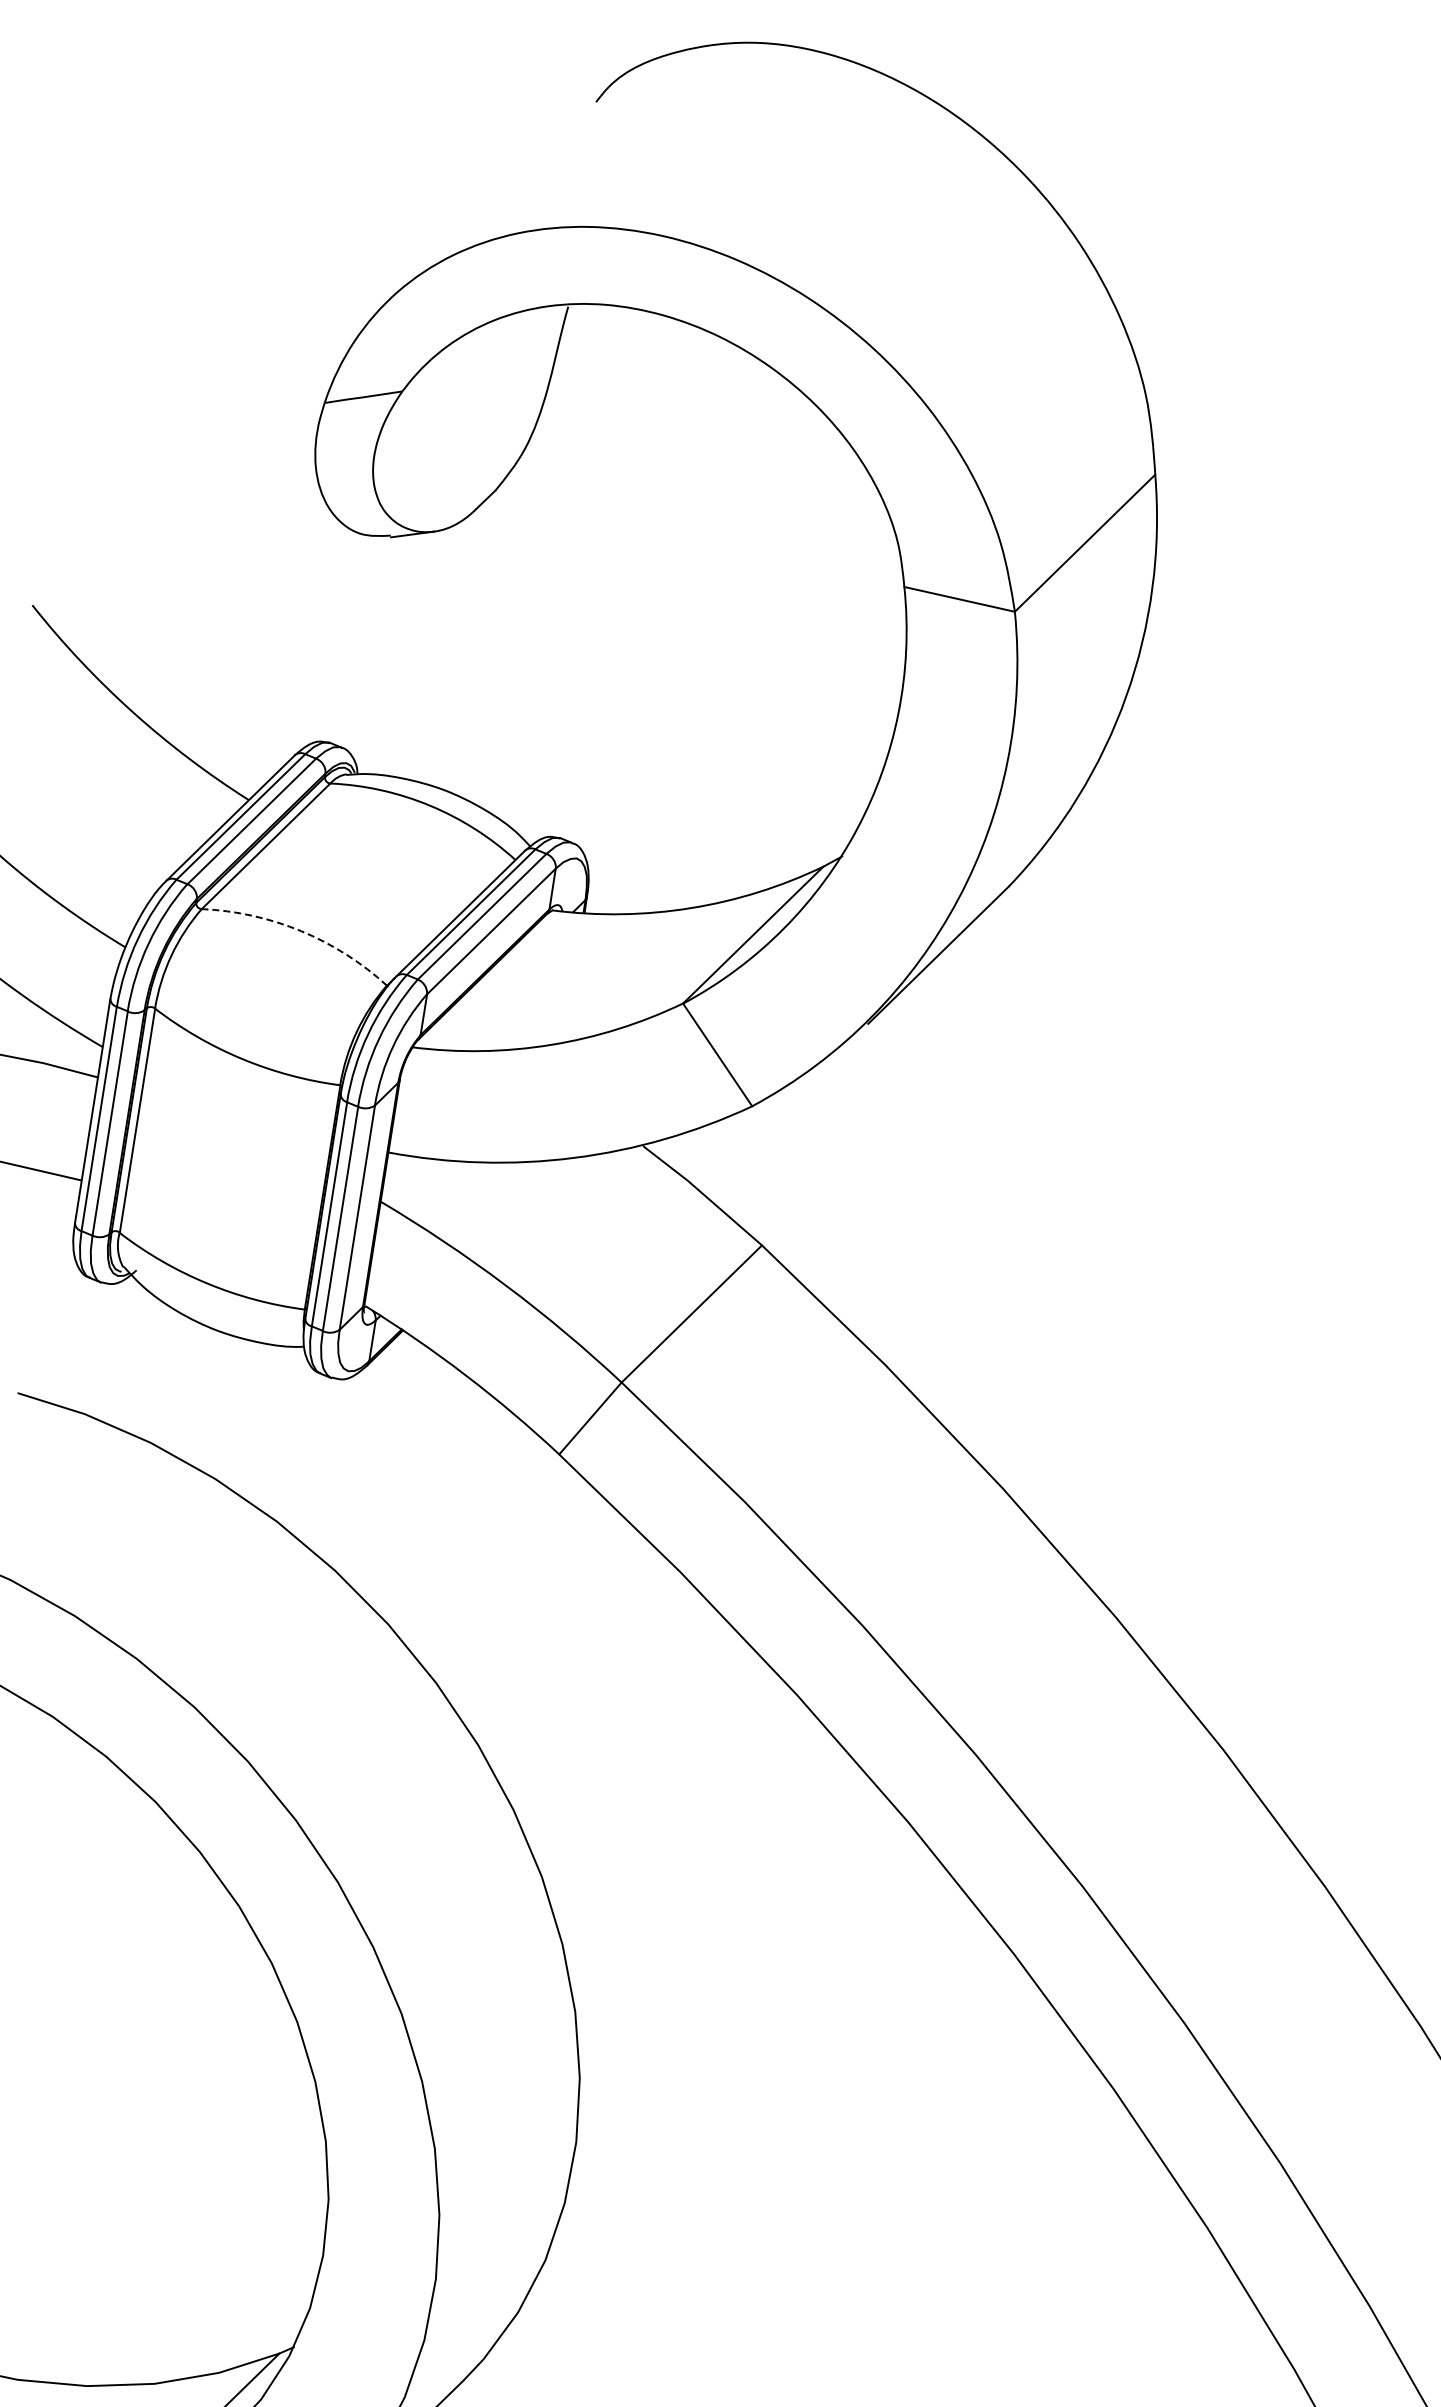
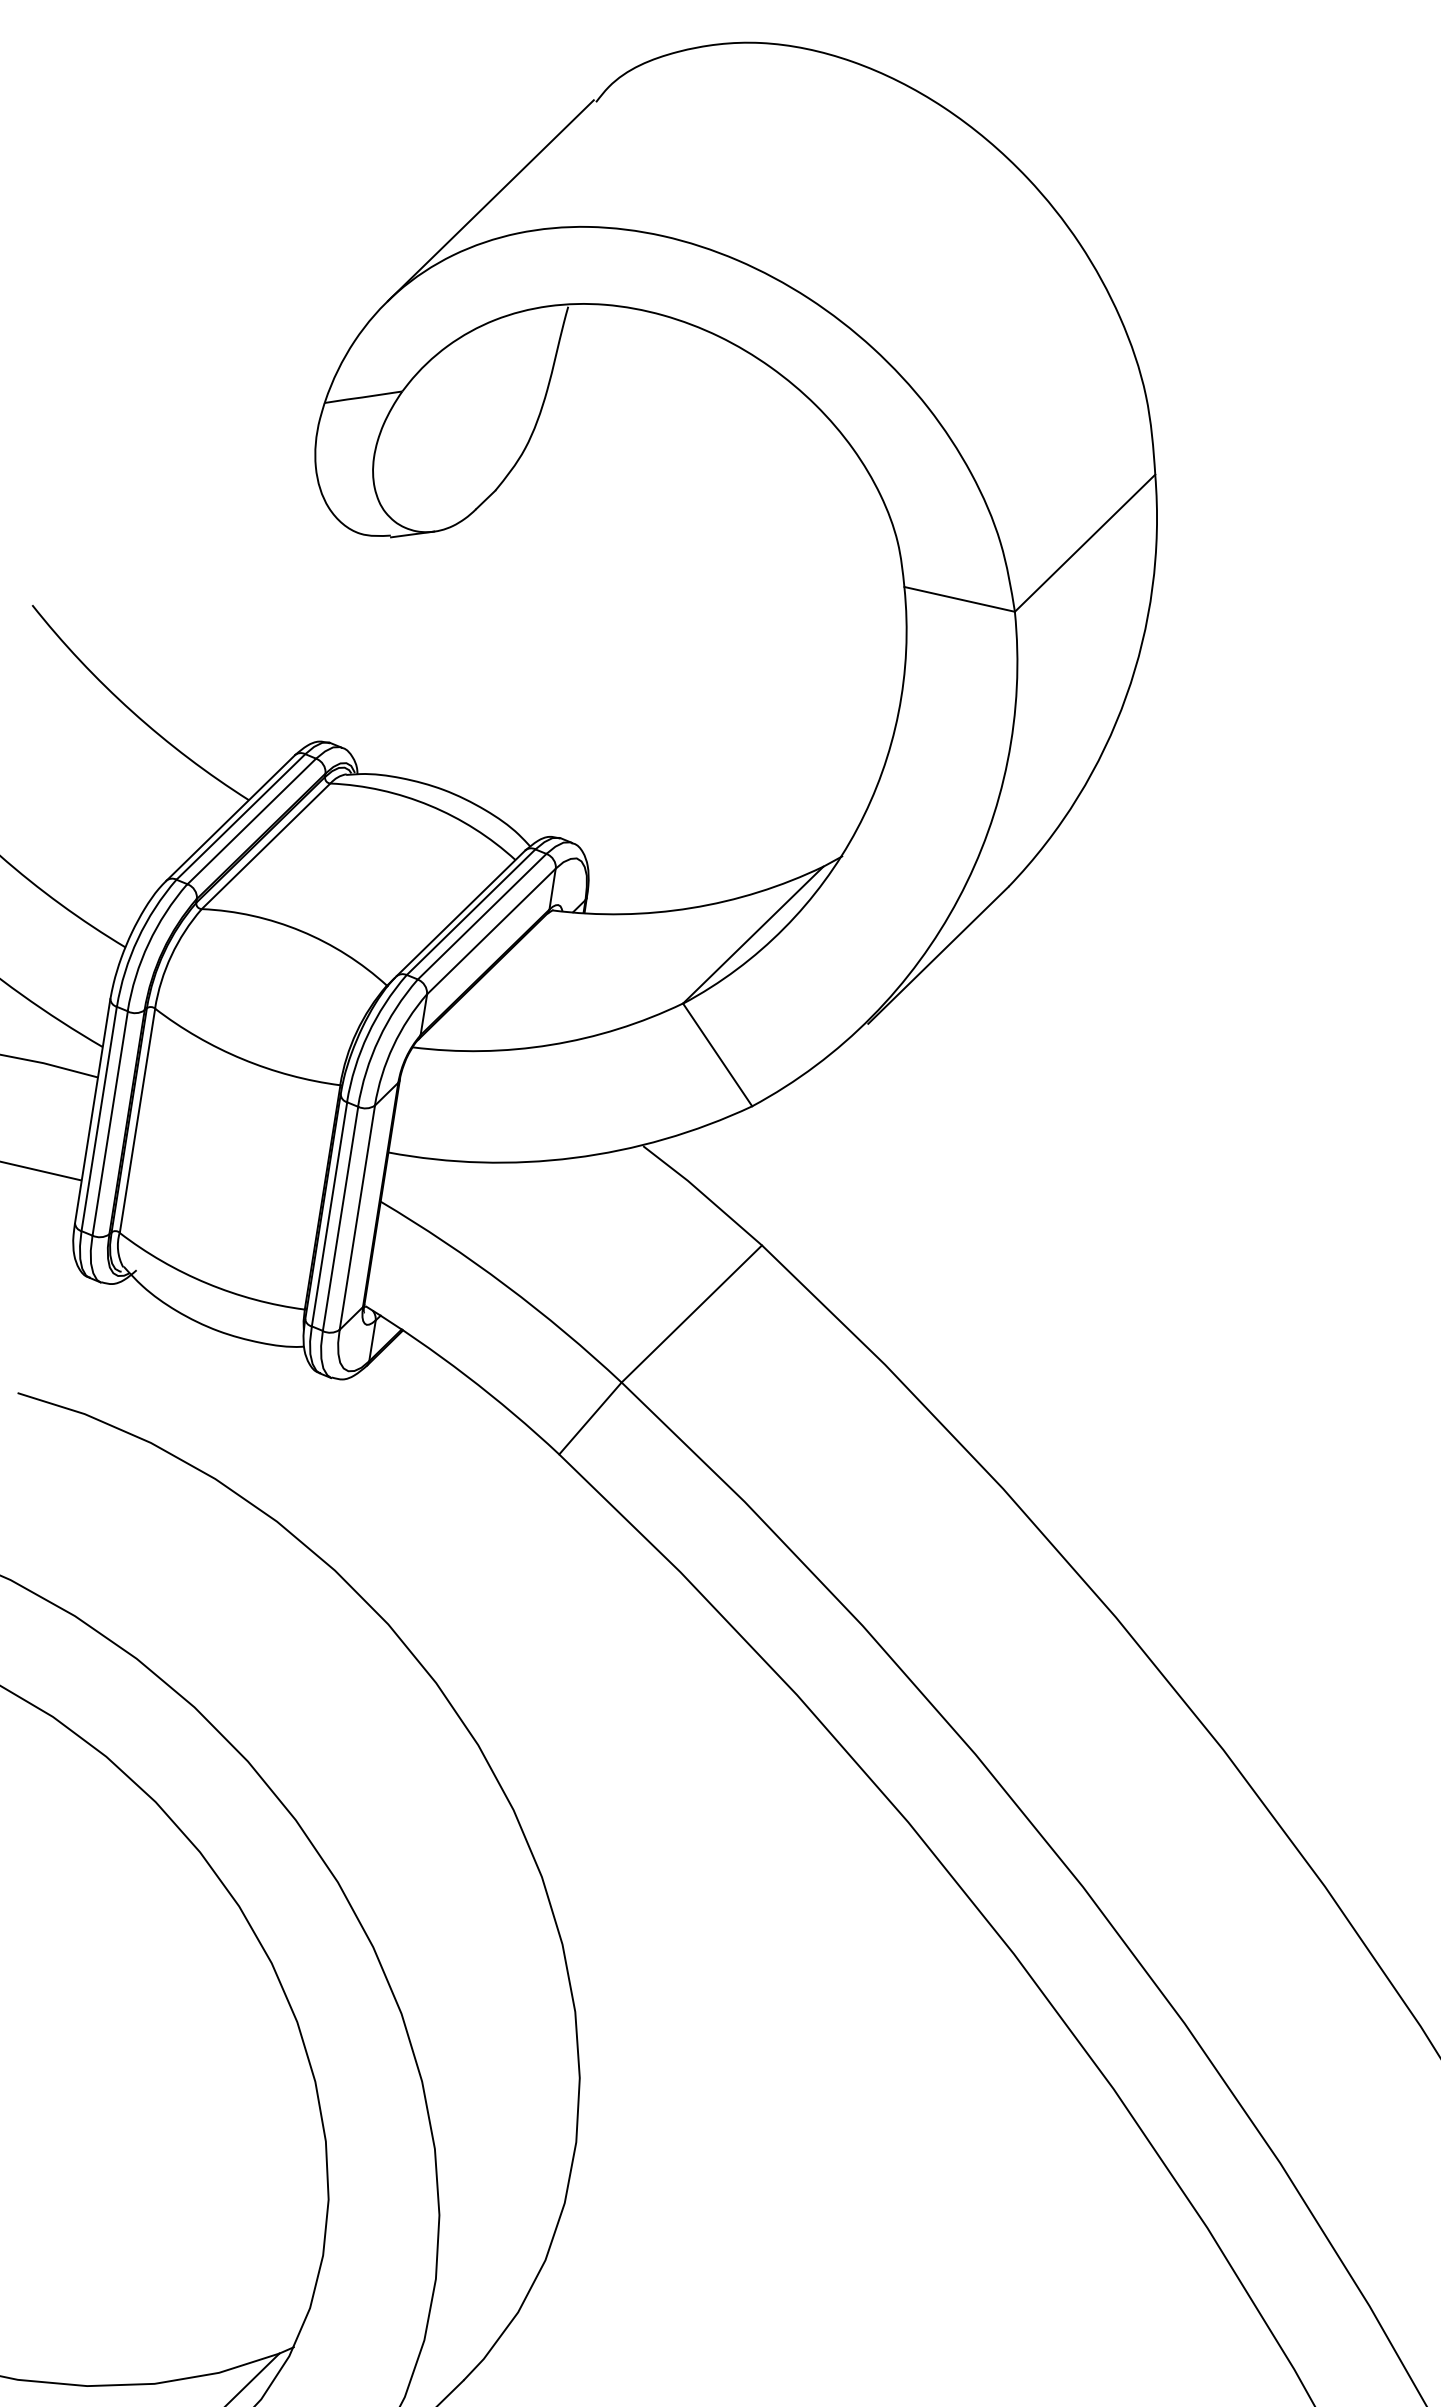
line at (490, 200): none -> present
arc at (301, 931): dashed -> solid
